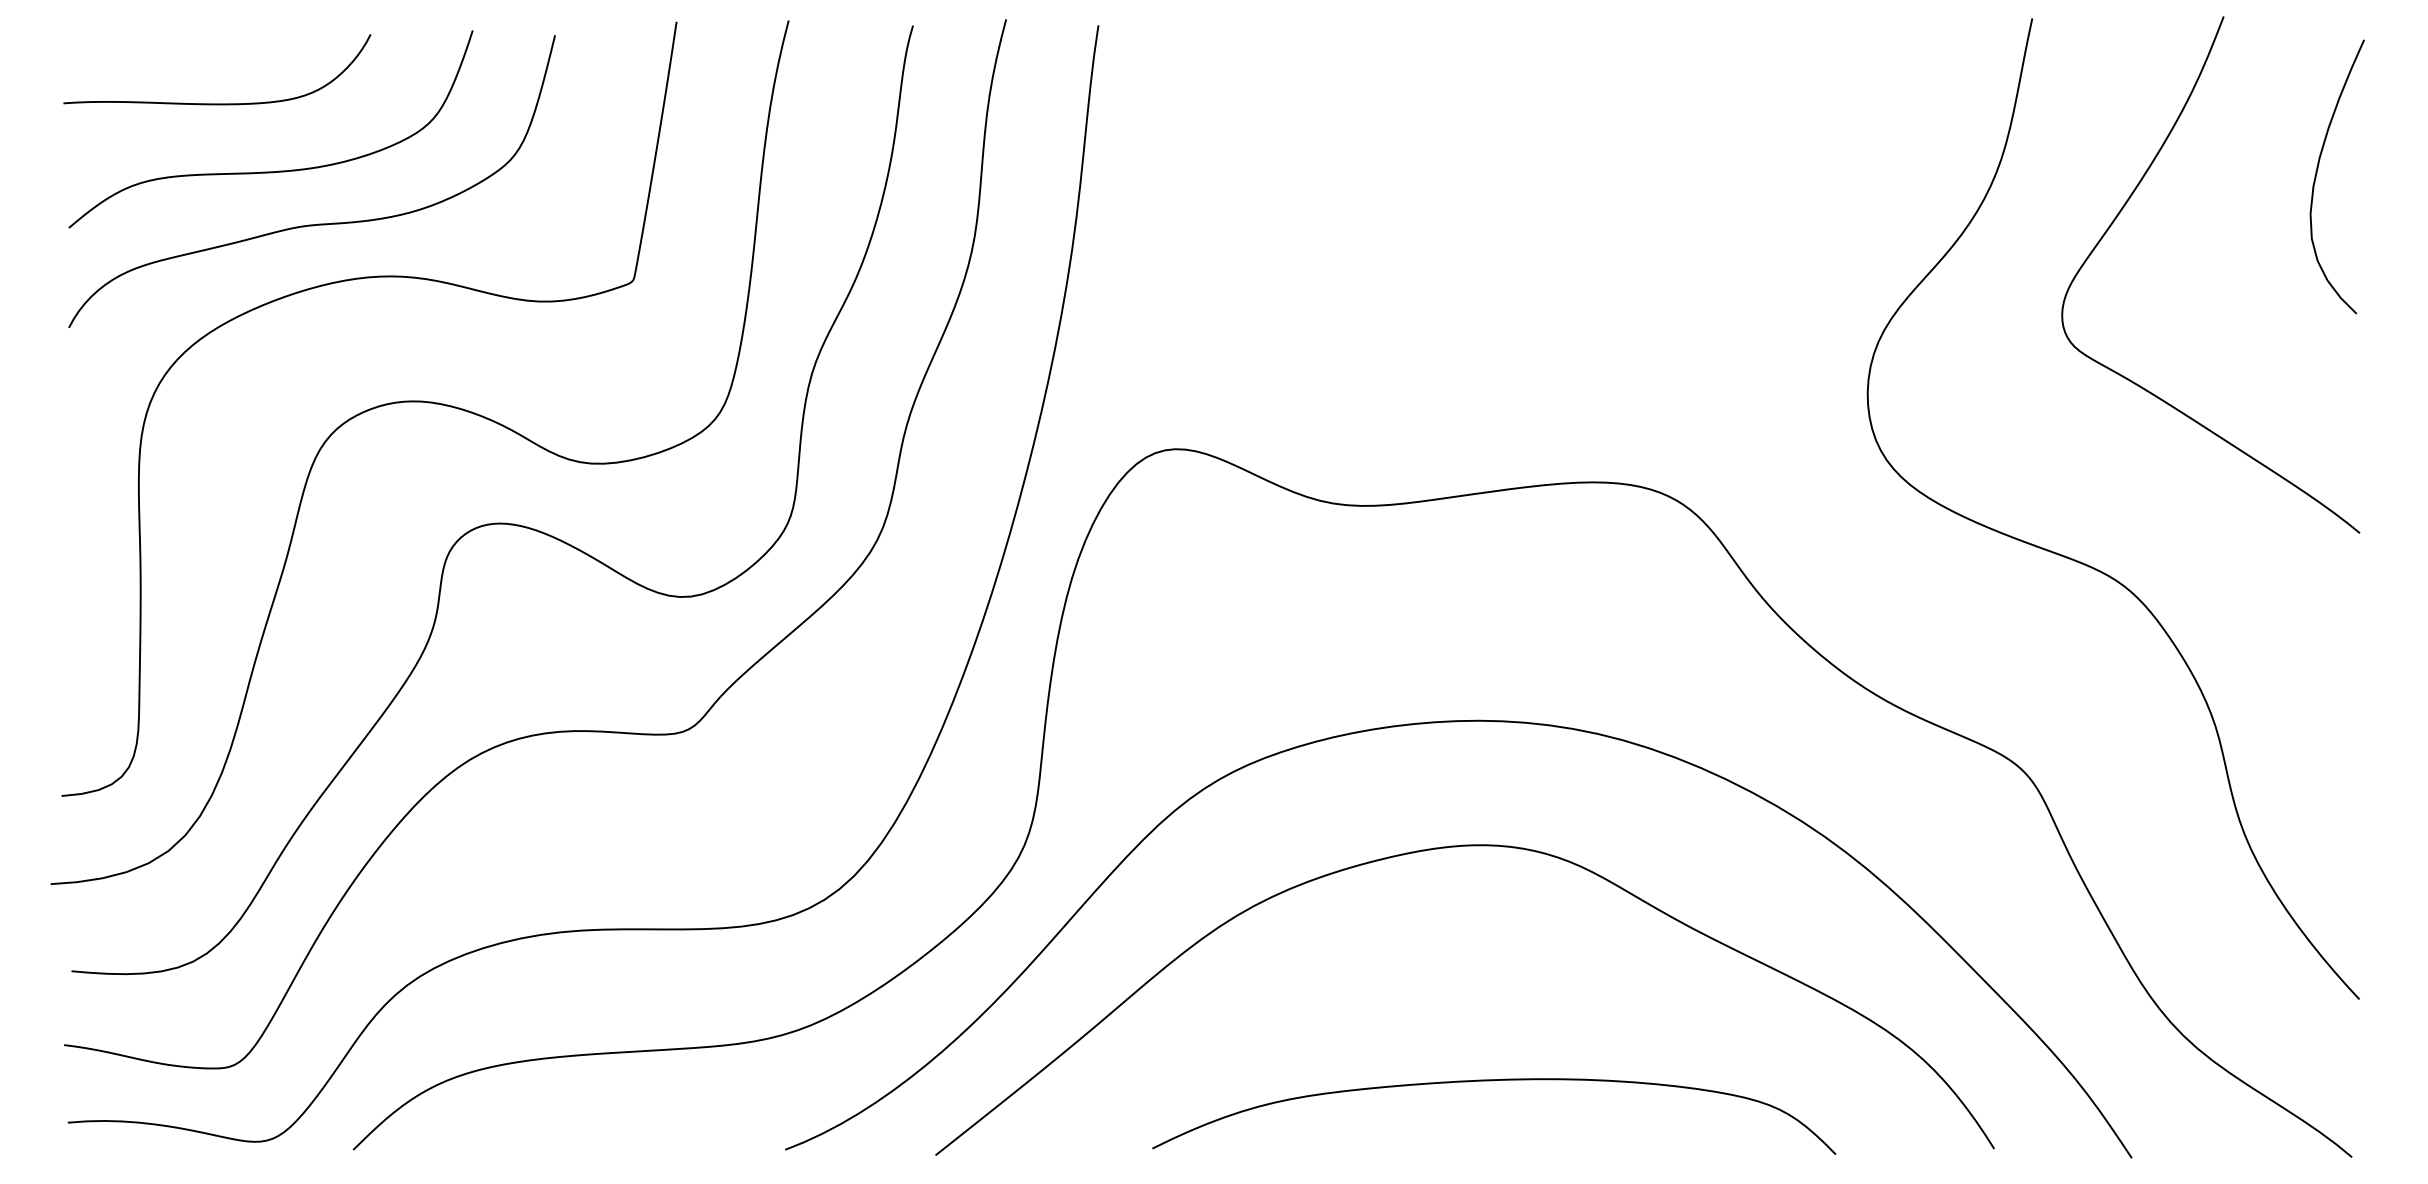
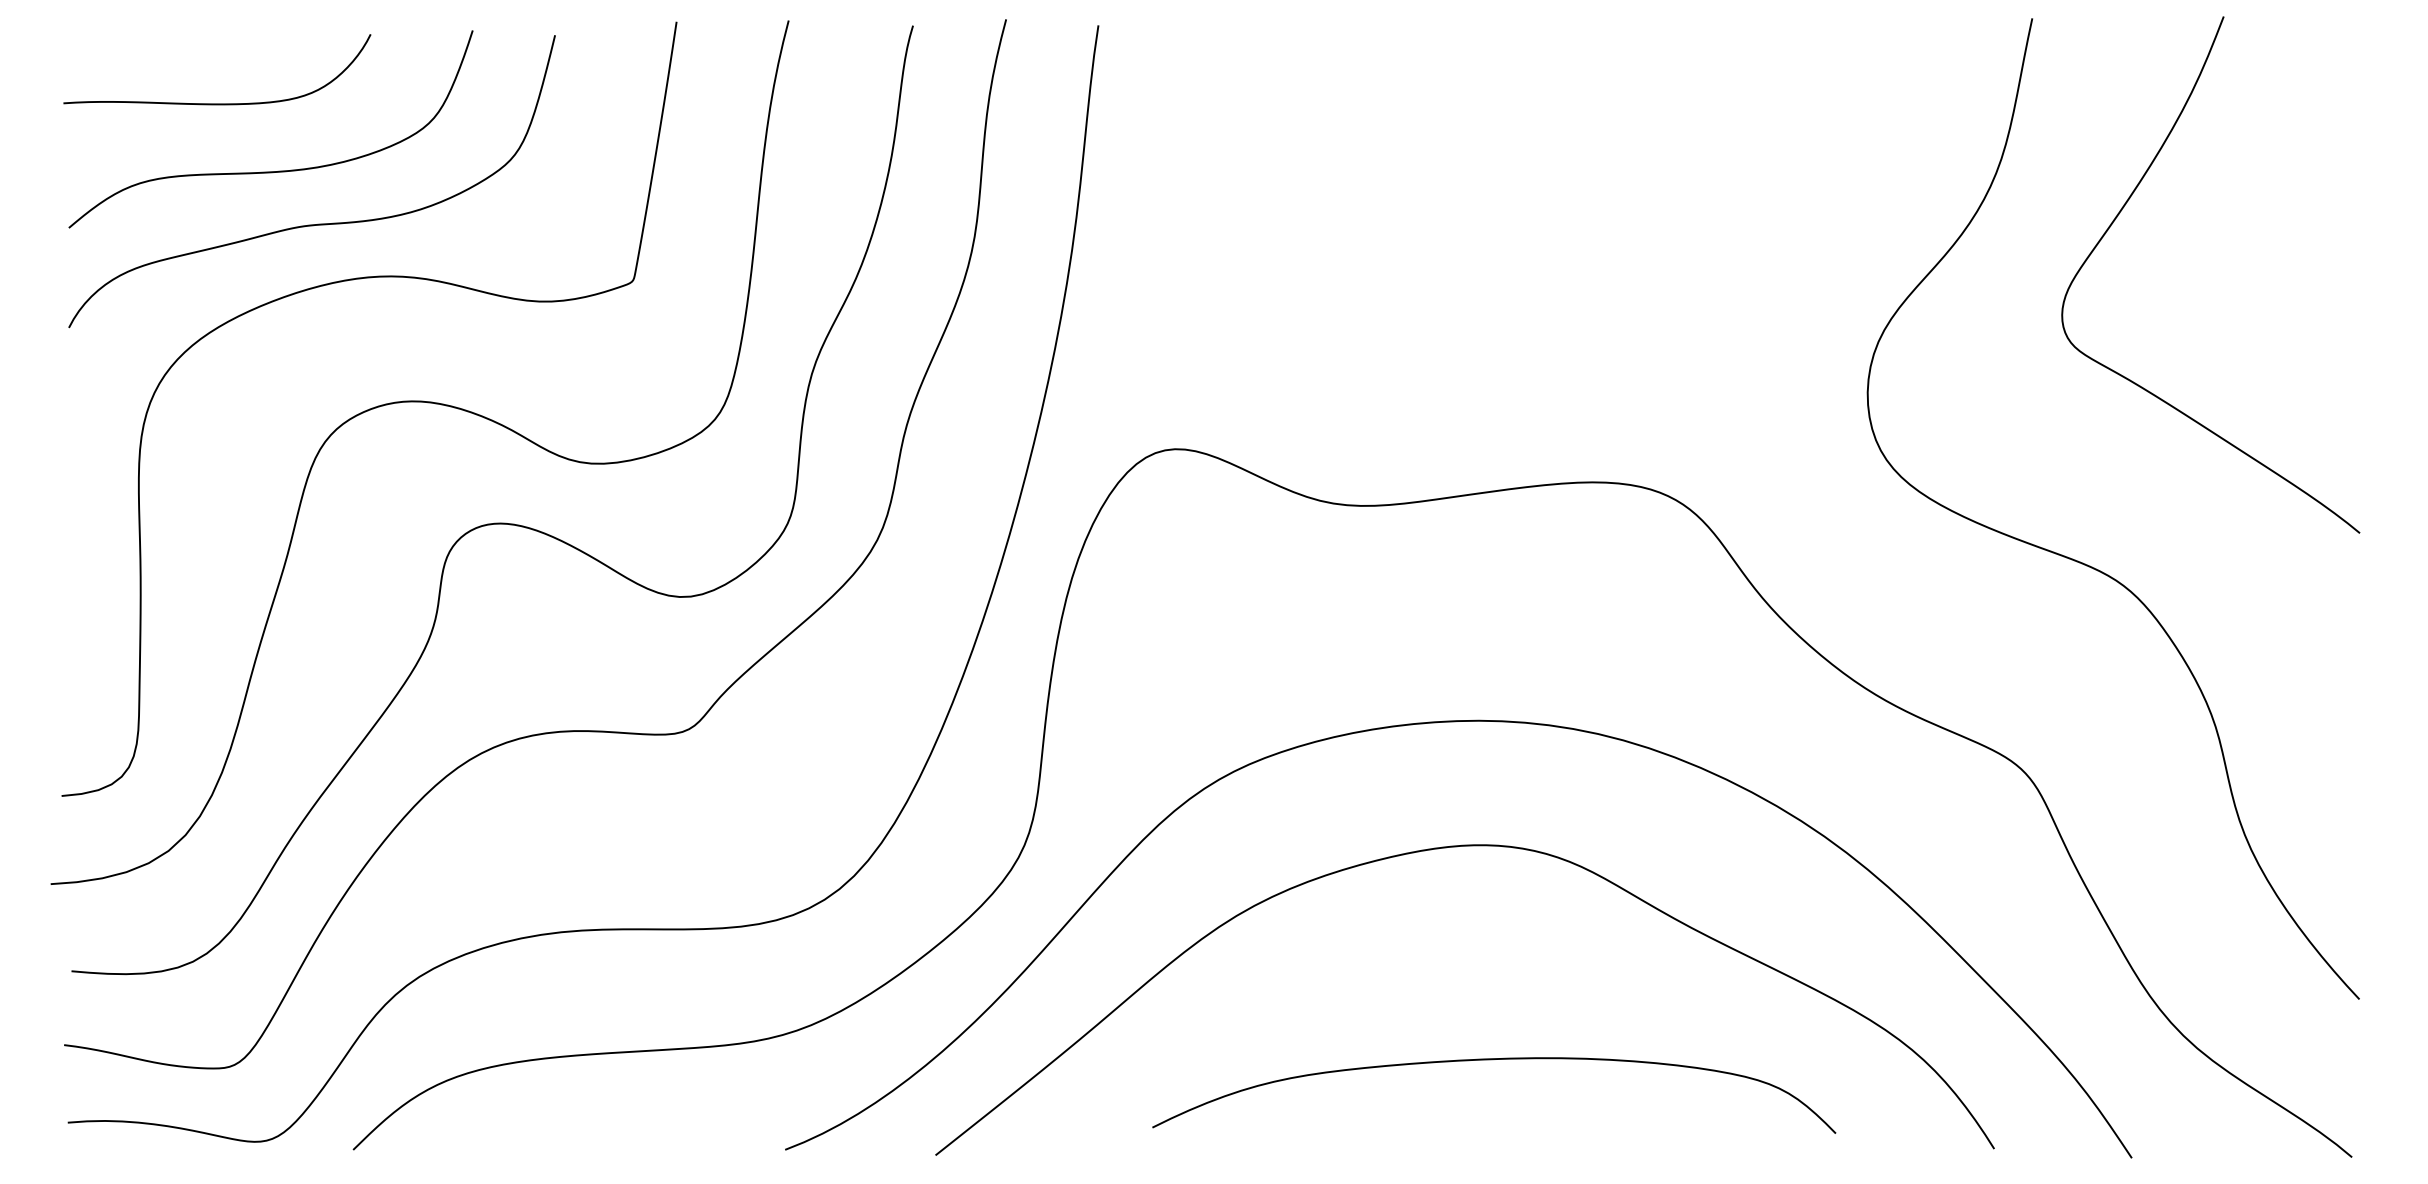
curve at (2317, 173): present -> none
curve at (1493, 1081) position: (1493, 1081) -> (1493, 1060)
